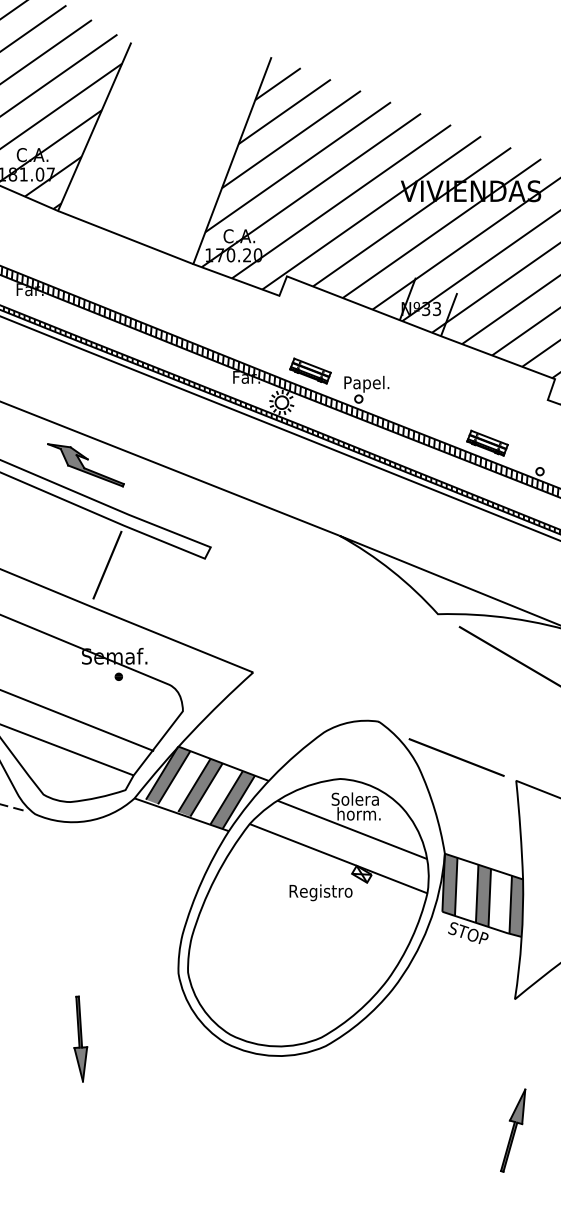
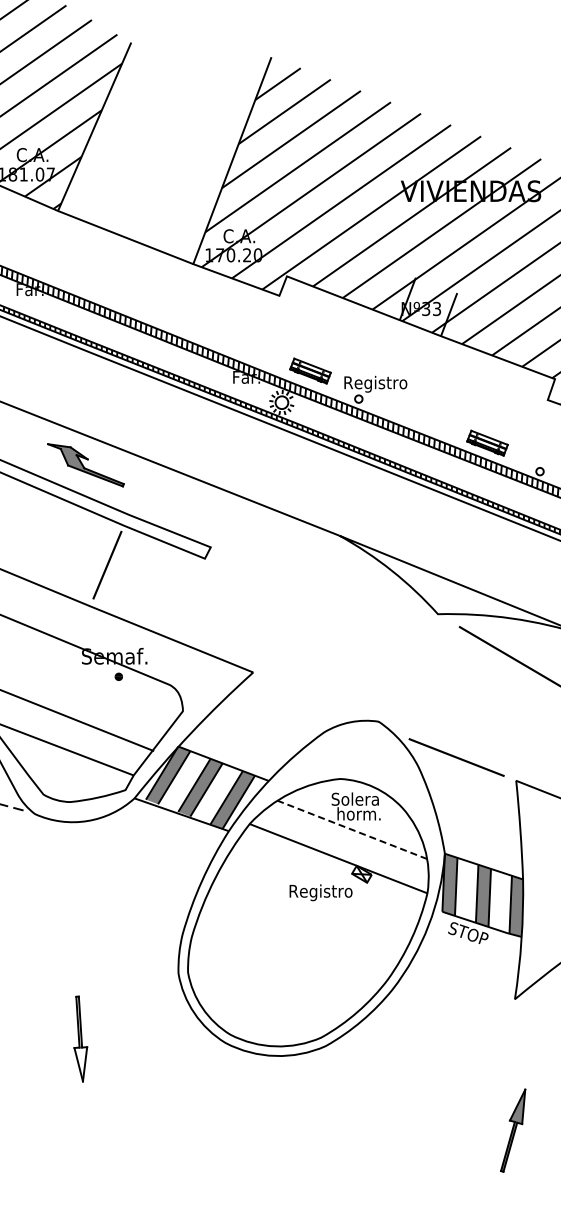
text at (376, 383): Papel. -> Registro
line at (351, 829): solid -> dashed
fill at (80, 1038): present -> none
